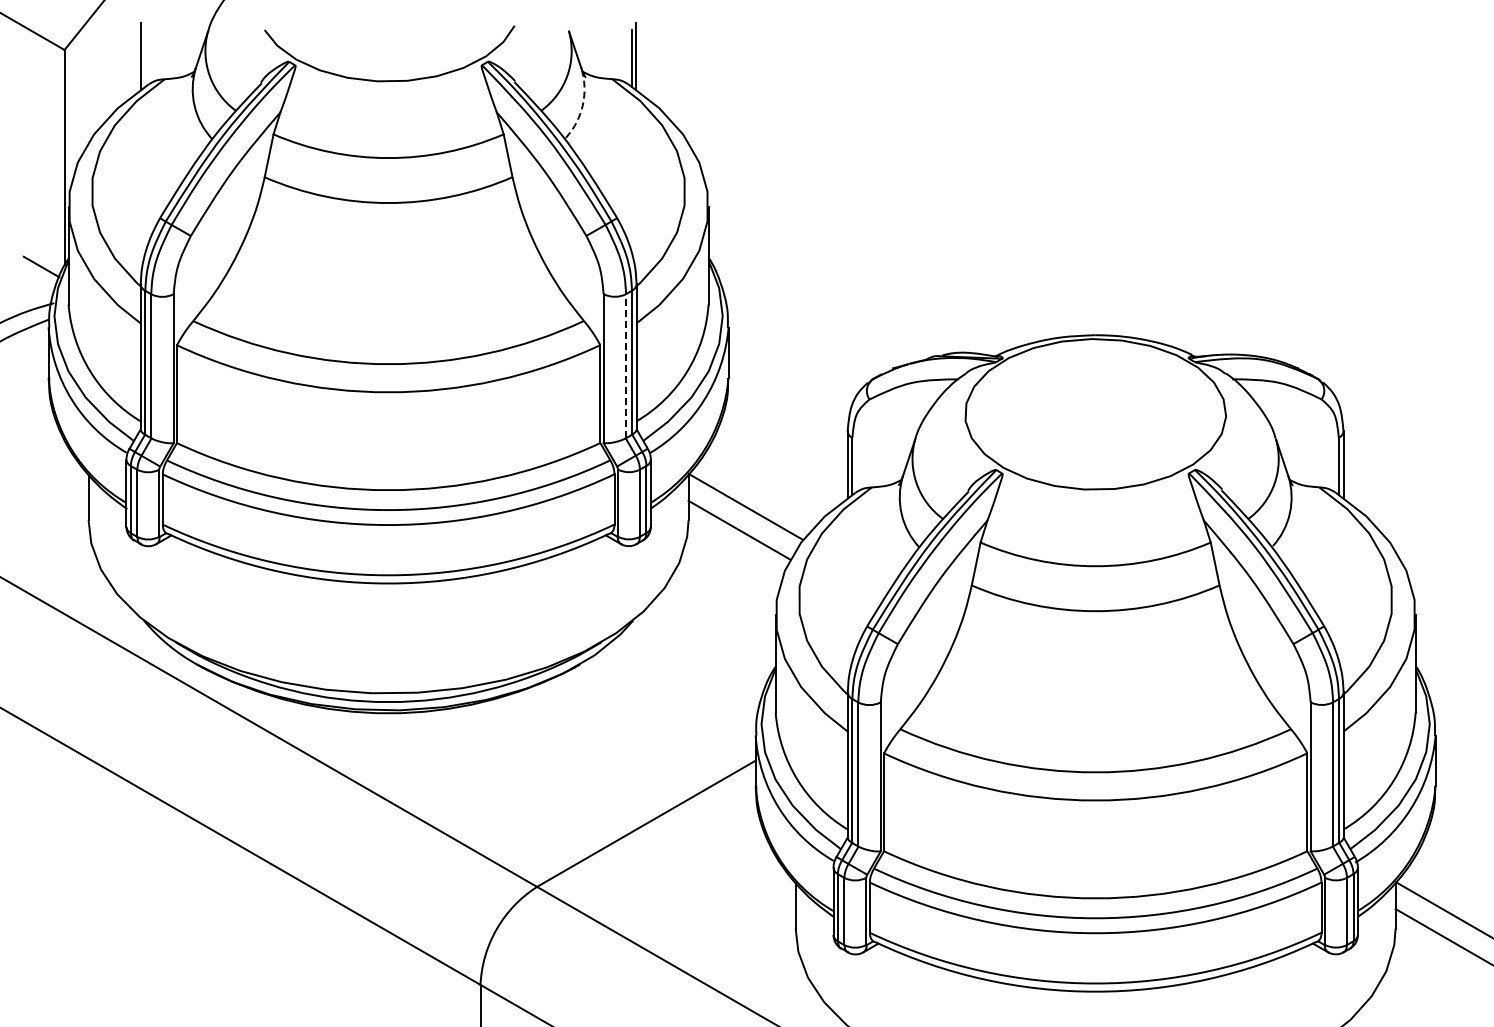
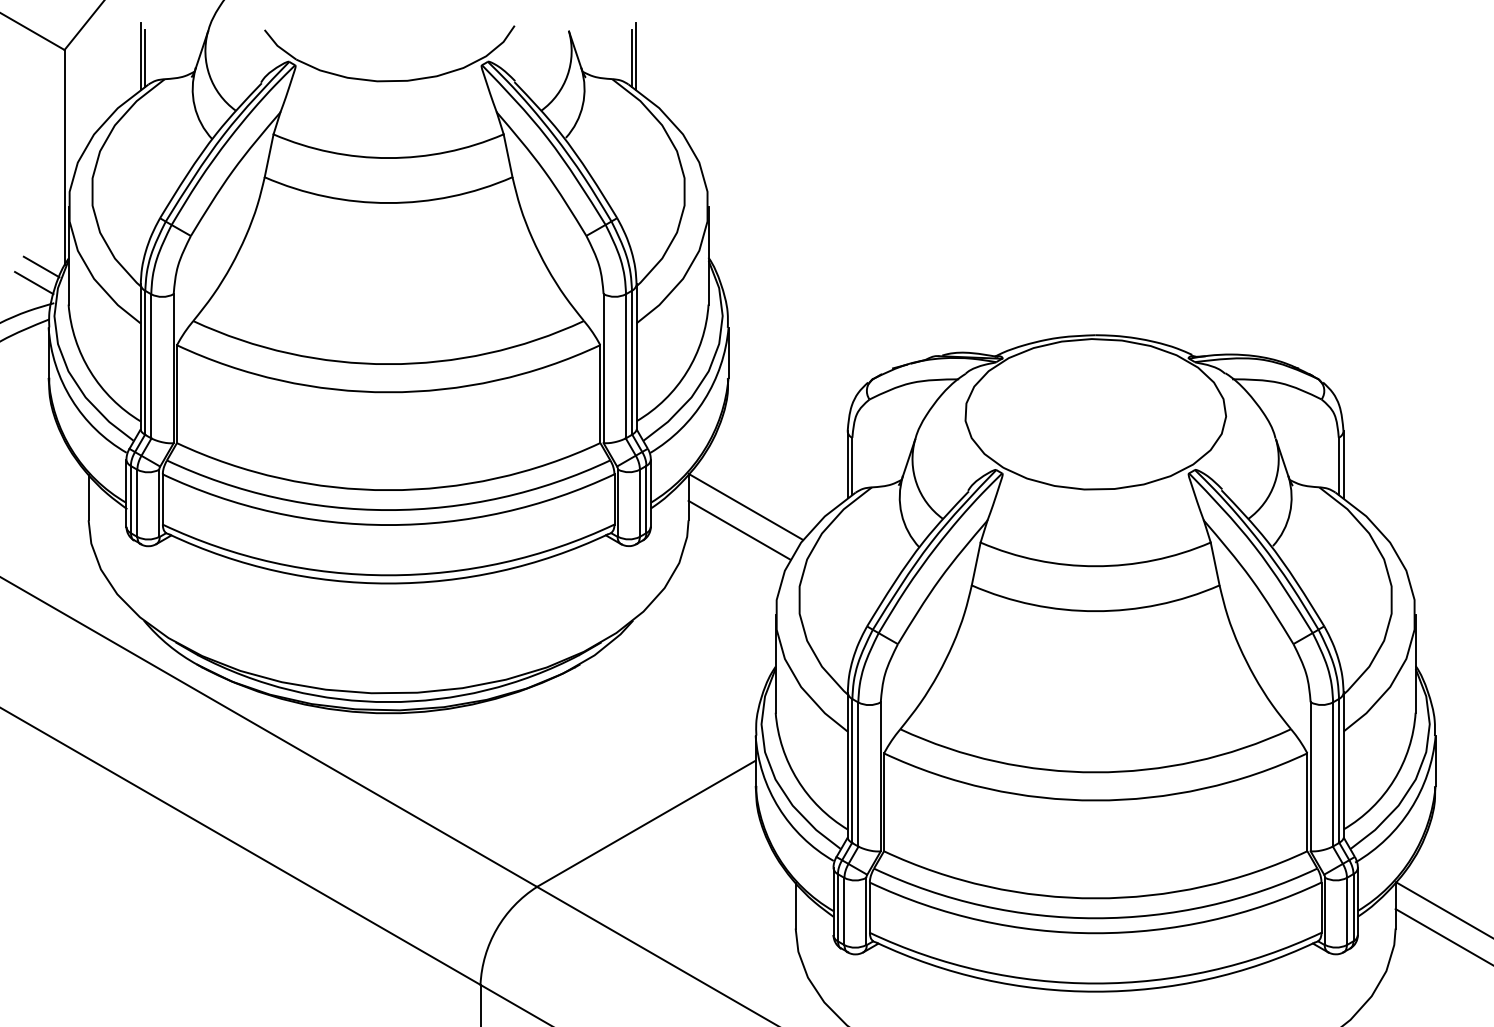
line at (145, 57): none -> present
arc at (582, 105): dashed -> solid
line at (34, 282): none -> present
line at (626, 365): dashed -> solid
